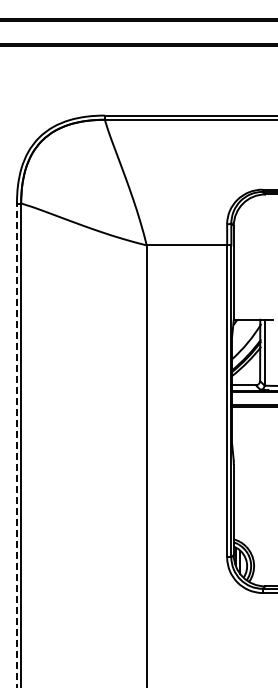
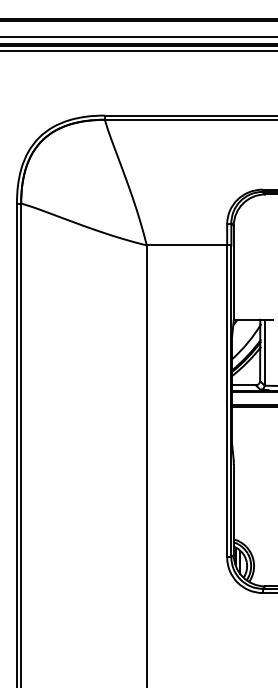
line at (138, 37): none -> present
line at (138, 50): none -> present
line at (16, 445): dashed -> solid
